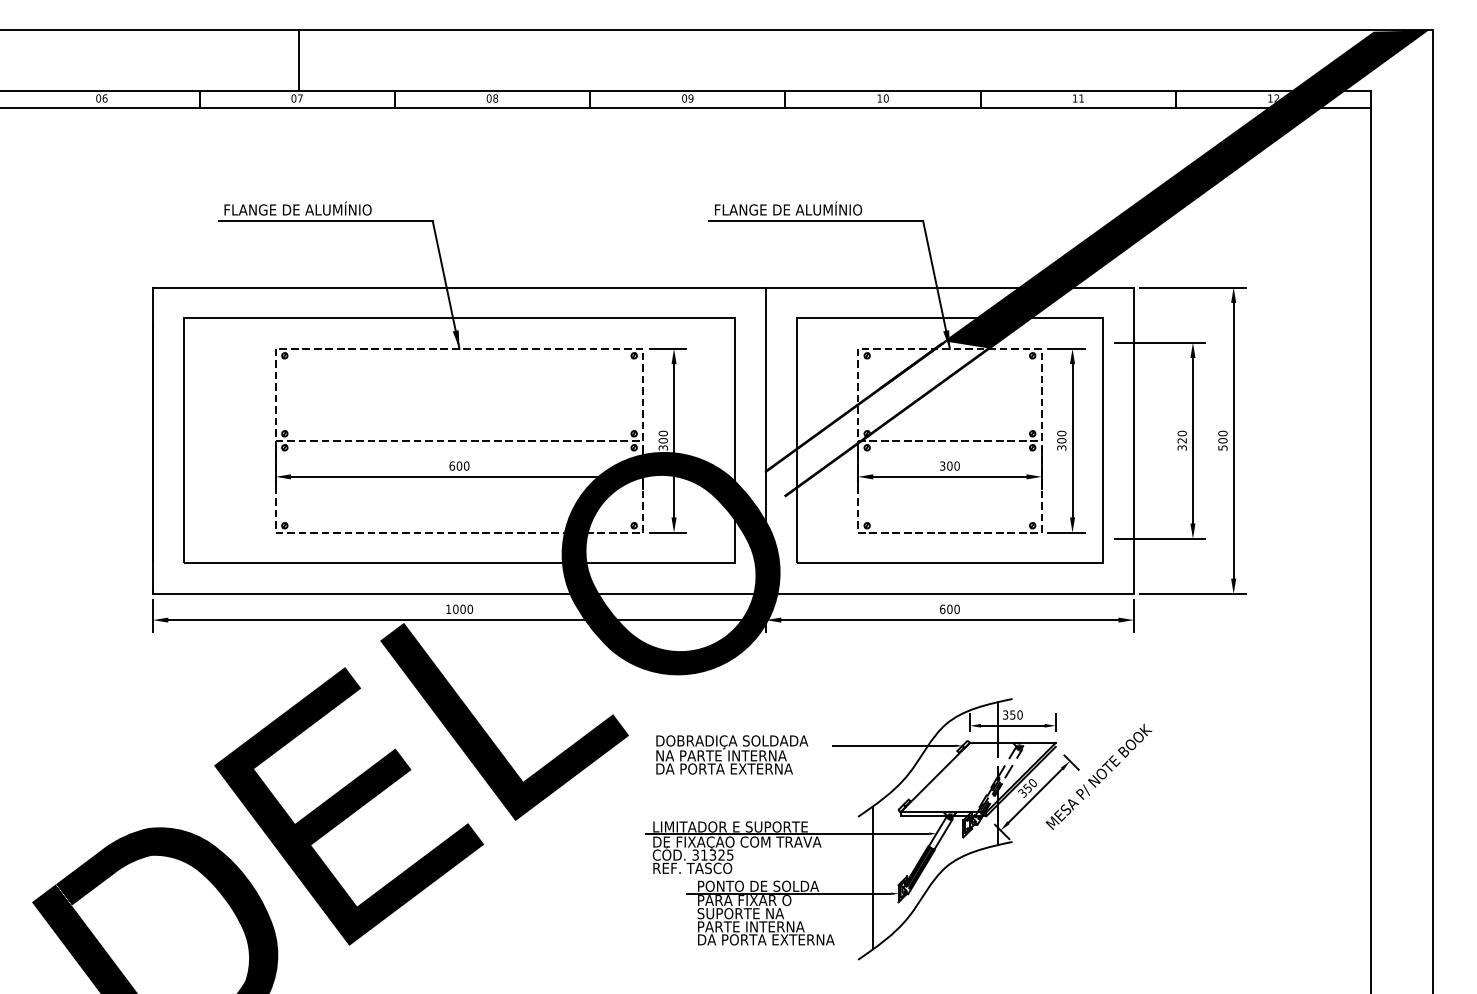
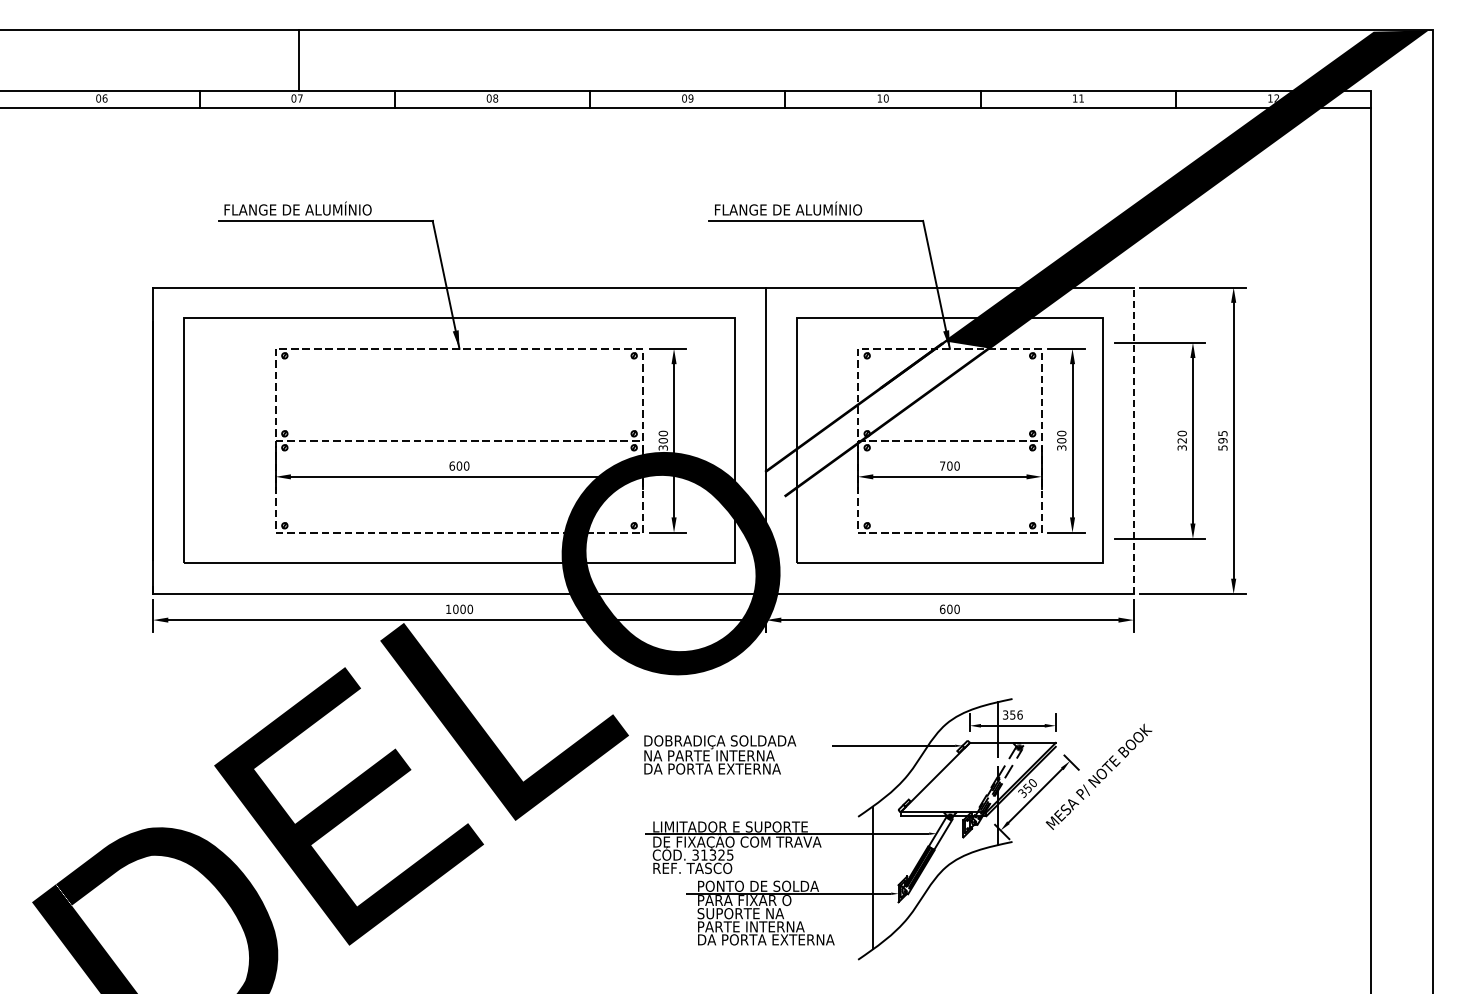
text at (1222, 436): 500 -> 595
line at (1133, 440): solid -> dashed
text at (942, 465): 300 -> 700
text at (1019, 714): 350 -> 356
text at (732, 754) position: (732, 754) -> (720, 754)
